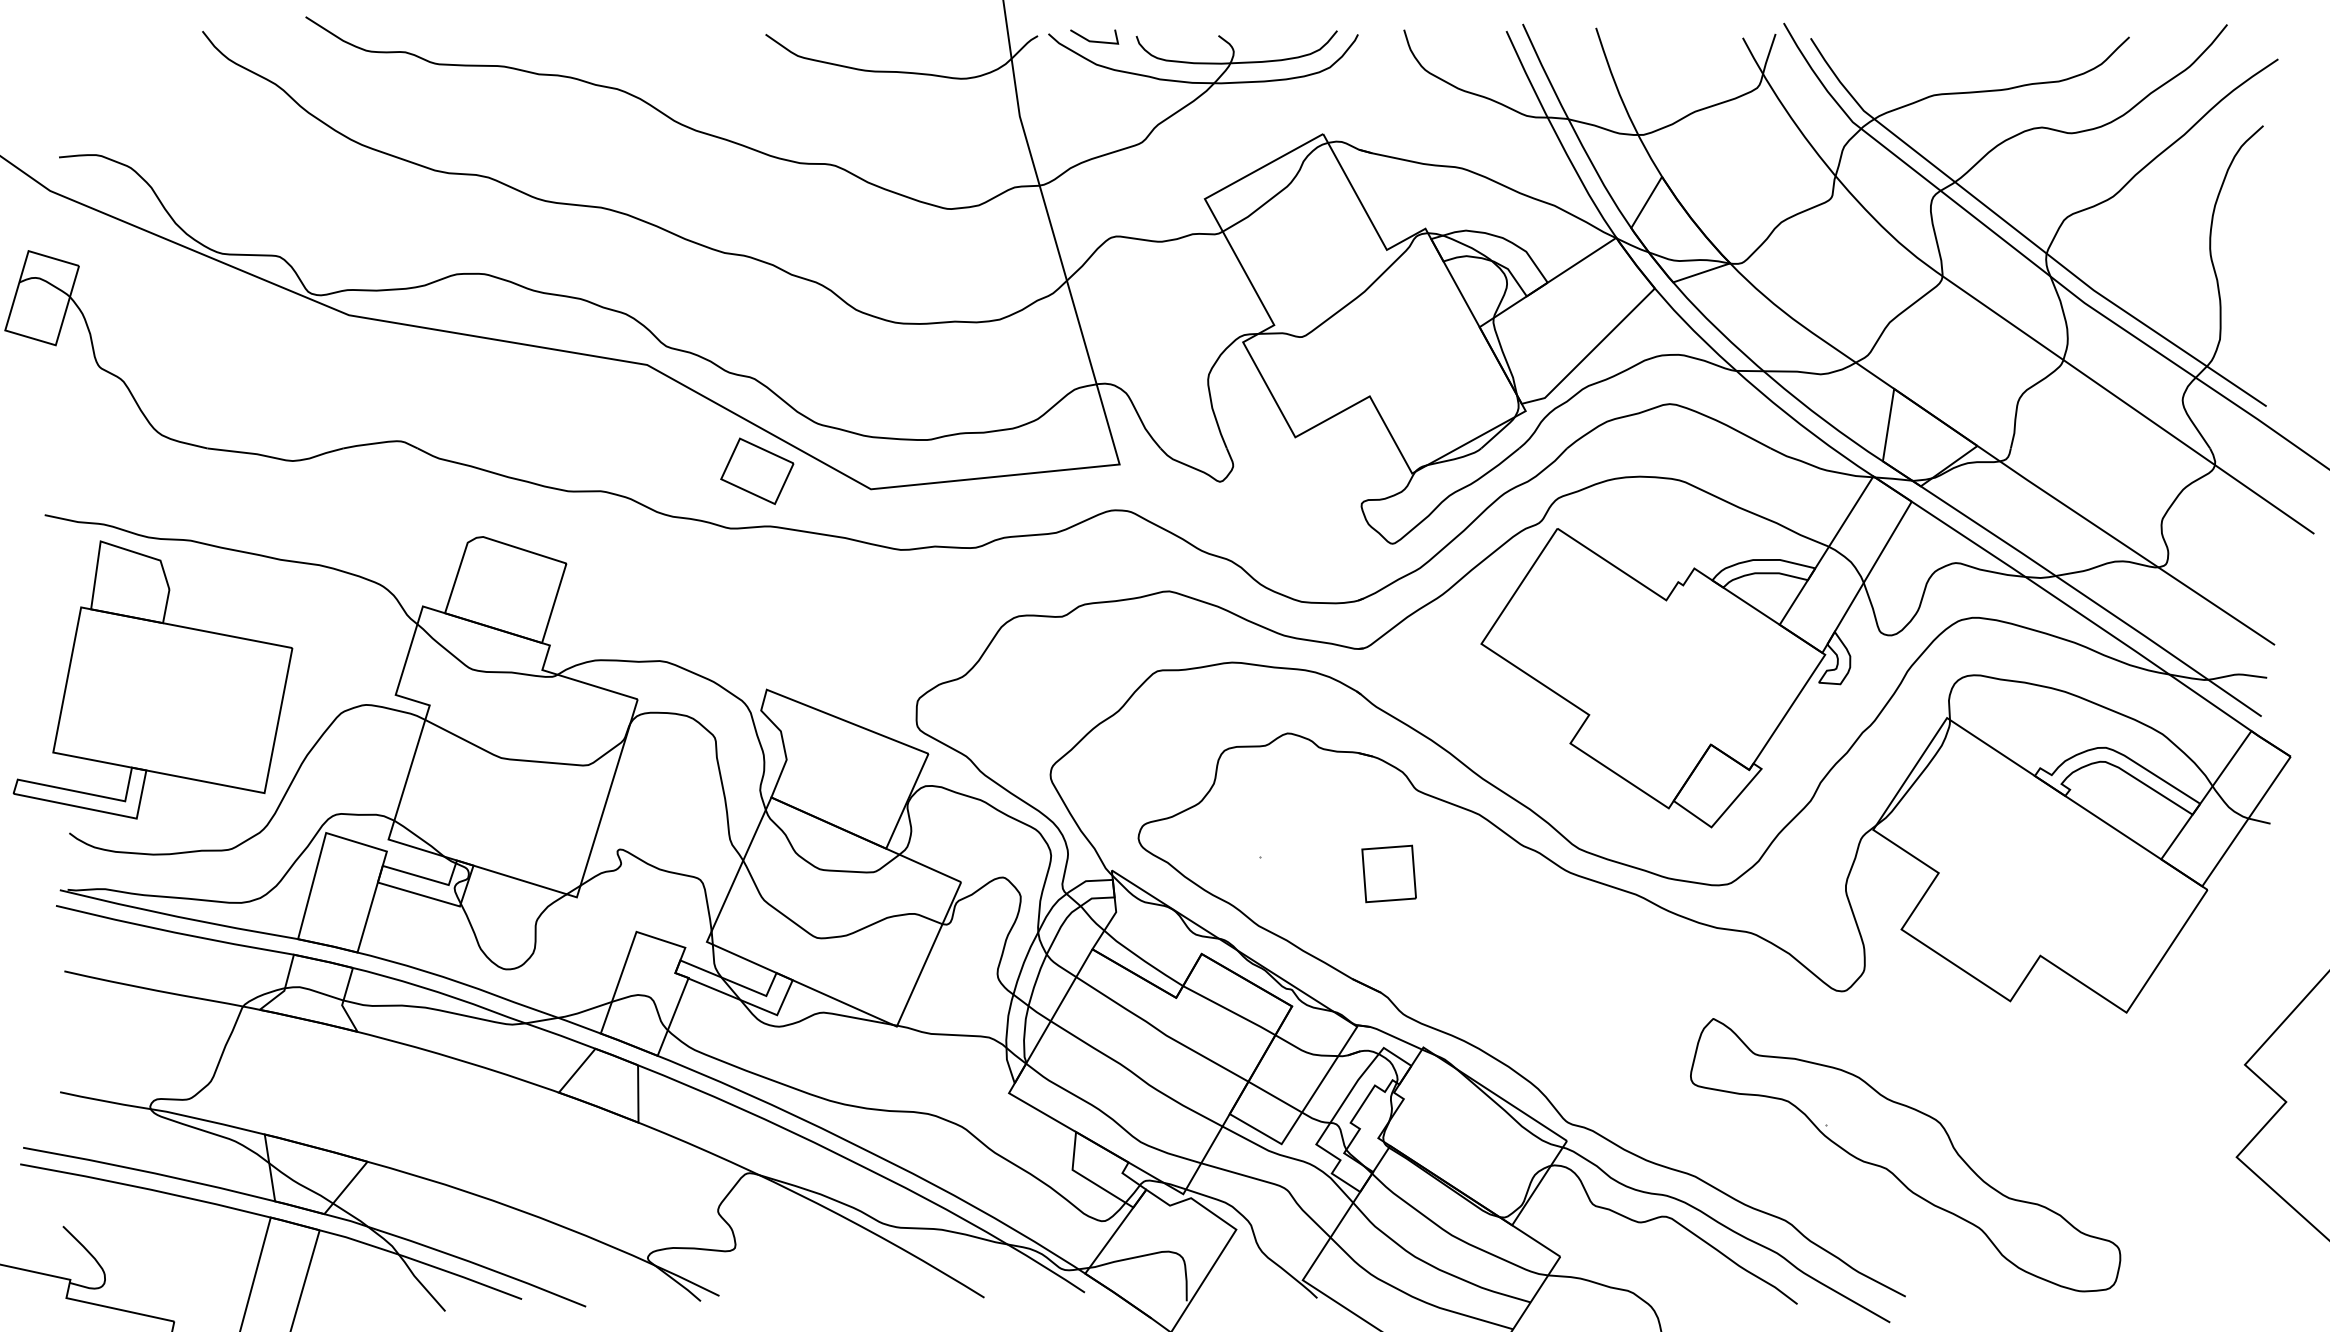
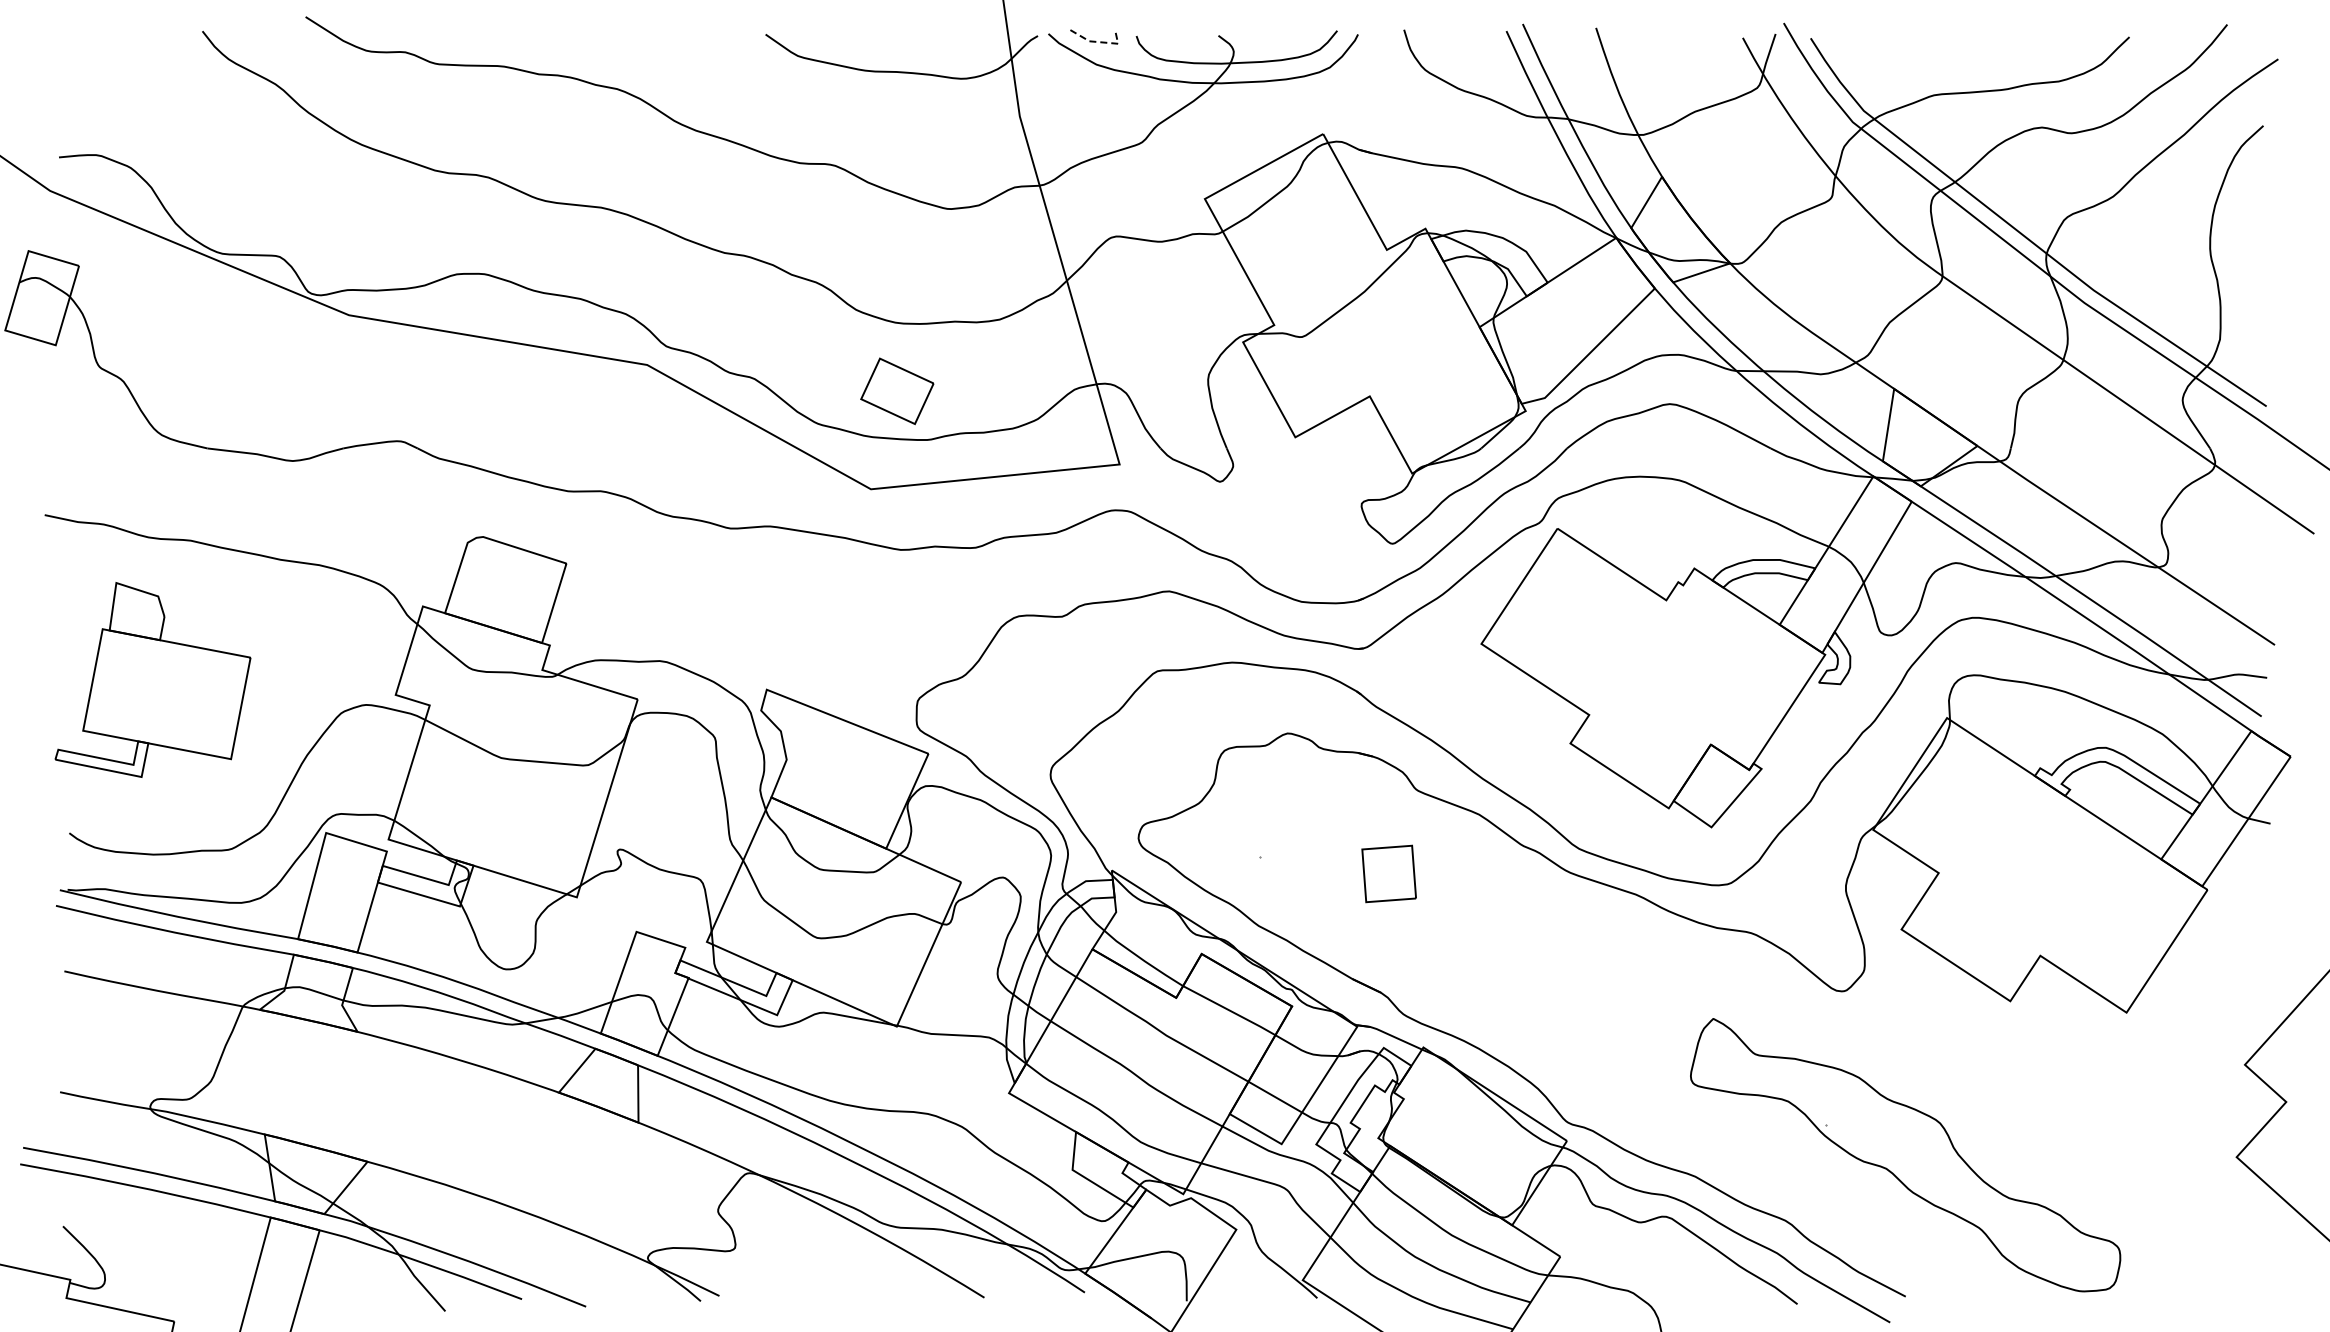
line at (1100, 42): solid -> dashed
part at (757, 471) position: (757, 471) -> (897, 391)
part at (152, 679) size: 282x280 px -> 198x196 px
